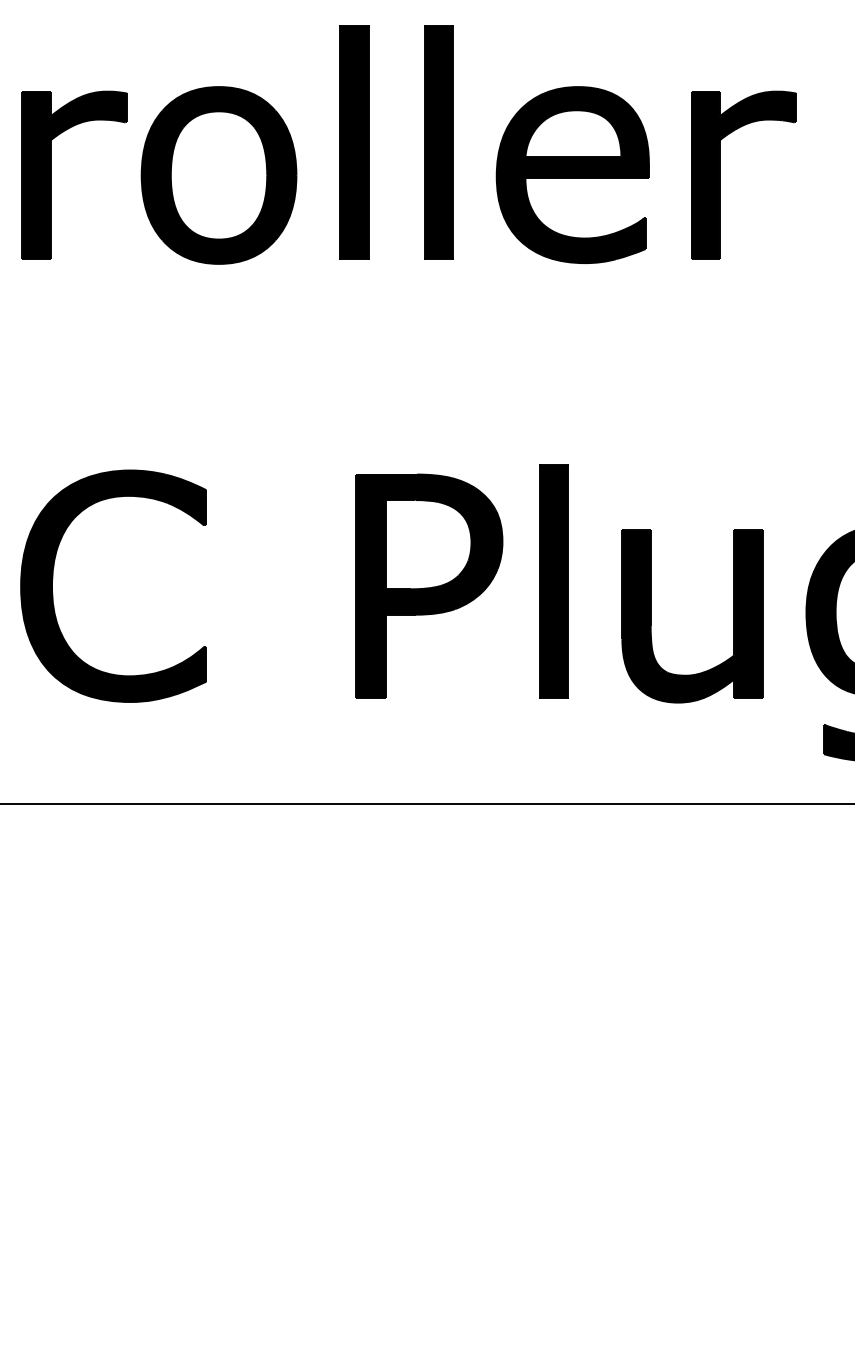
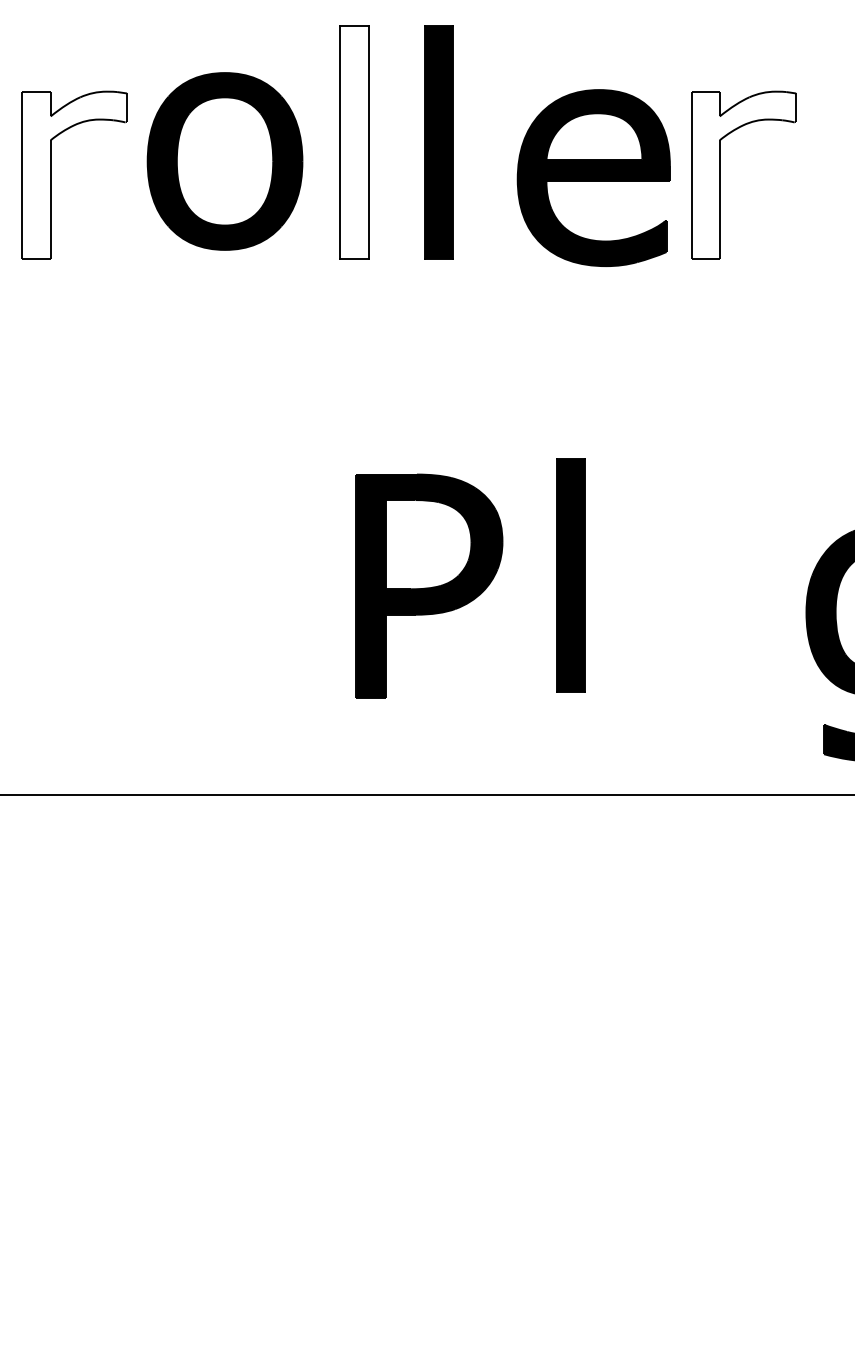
fill at (354, 142): present -> none
part at (572, 174) position: (572, 174) -> (593, 177)
fill at (74, 175): present -> none
part at (218, 175) position: (218, 175) -> (224, 161)
fill at (743, 175): present -> none
part at (53, 579): present -> none
part at (553, 581) position: (553, 581) -> (570, 575)
part at (651, 616): present -> none
line at (426, 803) position: (426, 803) -> (426, 794)
